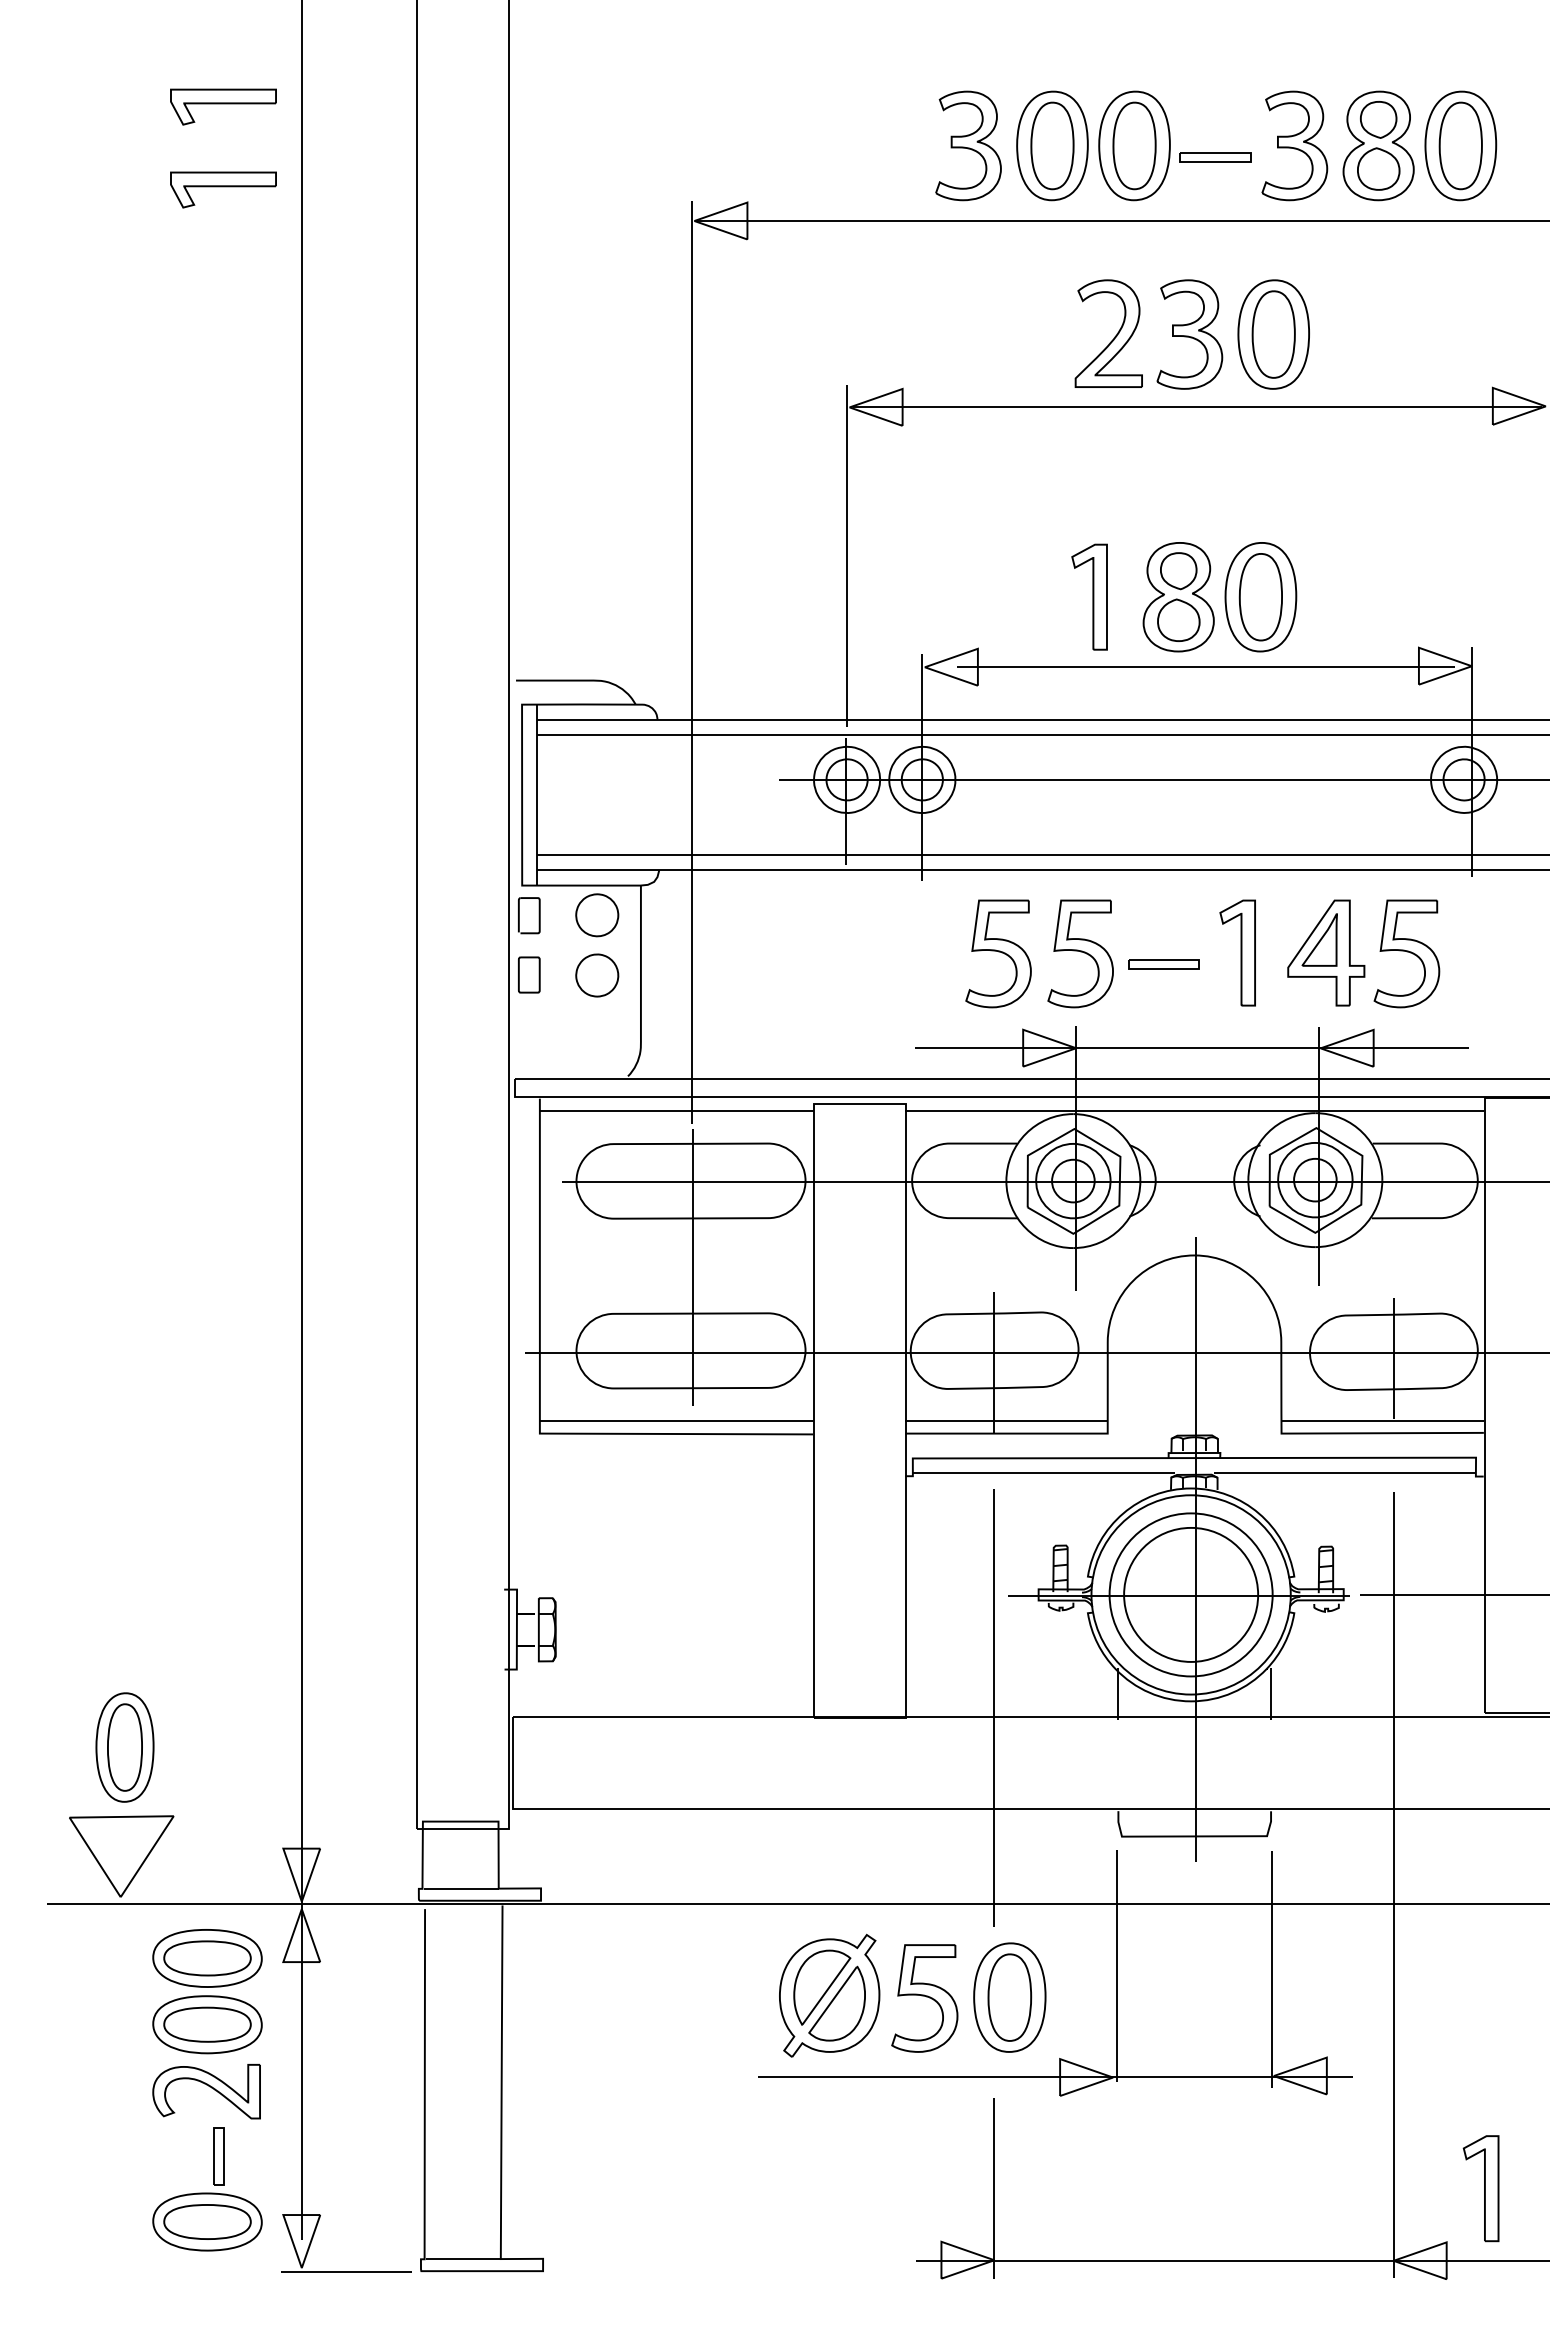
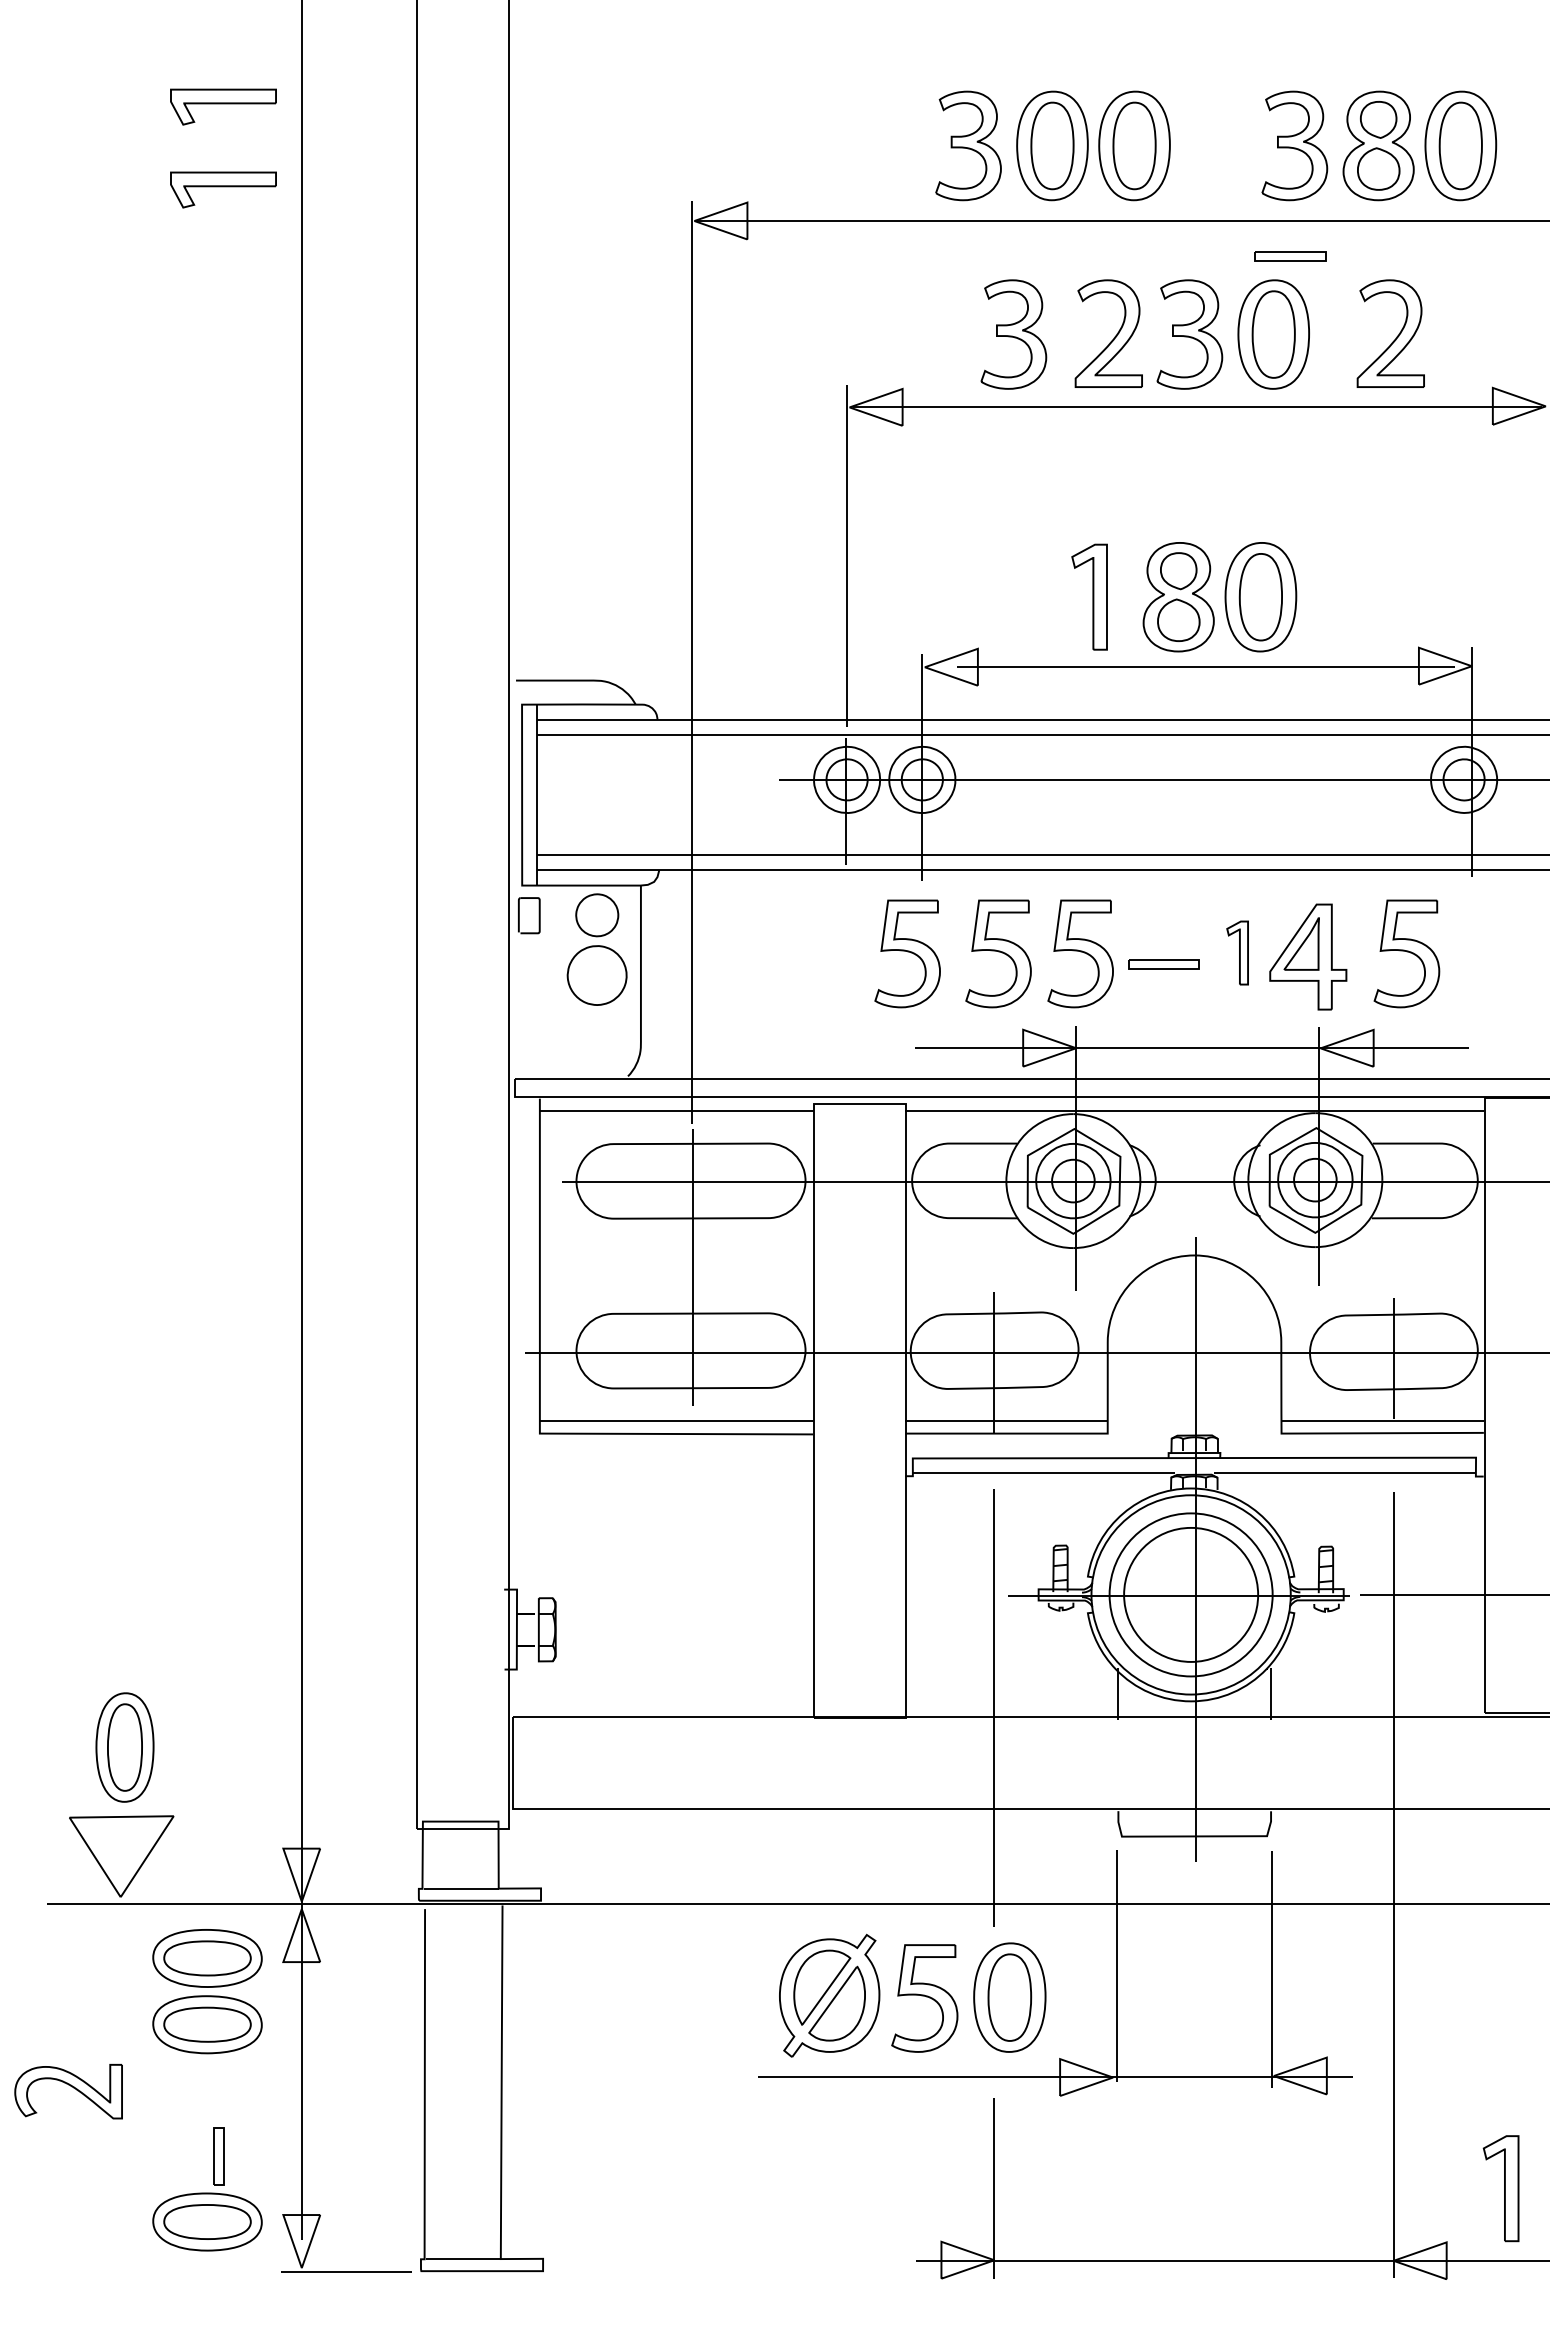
part at (1215, 157) position: (1215, 157) -> (1290, 256)
part at (1013, 334): none -> present
part at (1396, 336): none -> present
part at (1237, 952) size: 37x108 px -> 23x66 px
part at (1326, 952) position: (1326, 952) -> (1308, 956)
part at (907, 953): none -> present
part at (529, 974): present -> none
part at (597, 975) size: 45x45 px -> 62x61 px
part at (206, 2091) position: (206, 2091) -> (68, 2091)
part at (1480, 2188) position: (1480, 2188) -> (1500, 2188)
